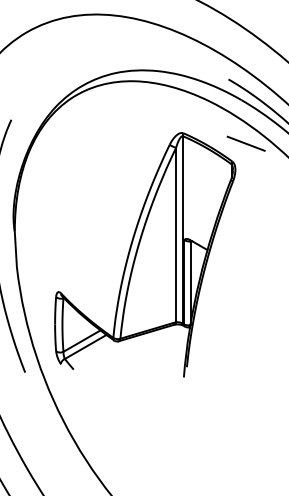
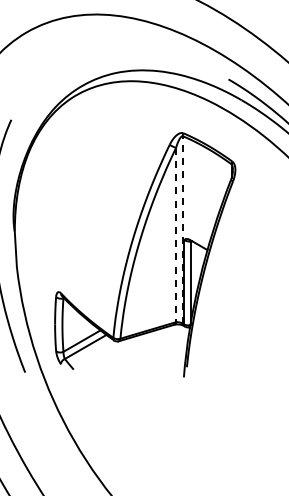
line at (245, 143): present -> none
line at (182, 229): solid -> dashed
line at (176, 235): solid -> dashed
